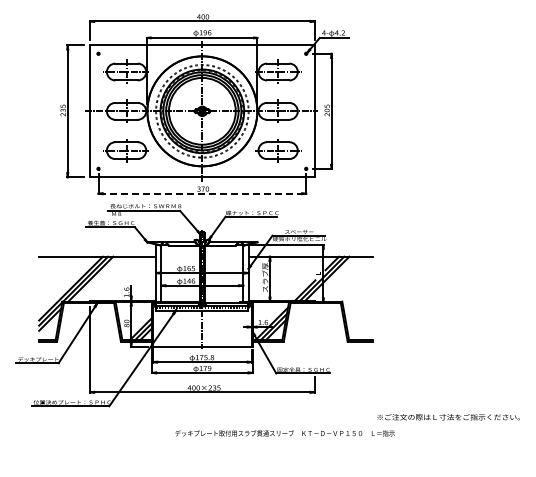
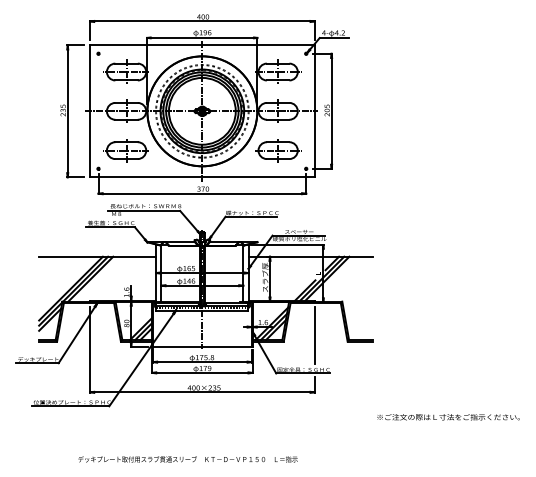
line at (202, 193): dashed -> solid
line at (314, 335): none -> present
text at (284, 433) position: (284, 433) -> (187, 459)
